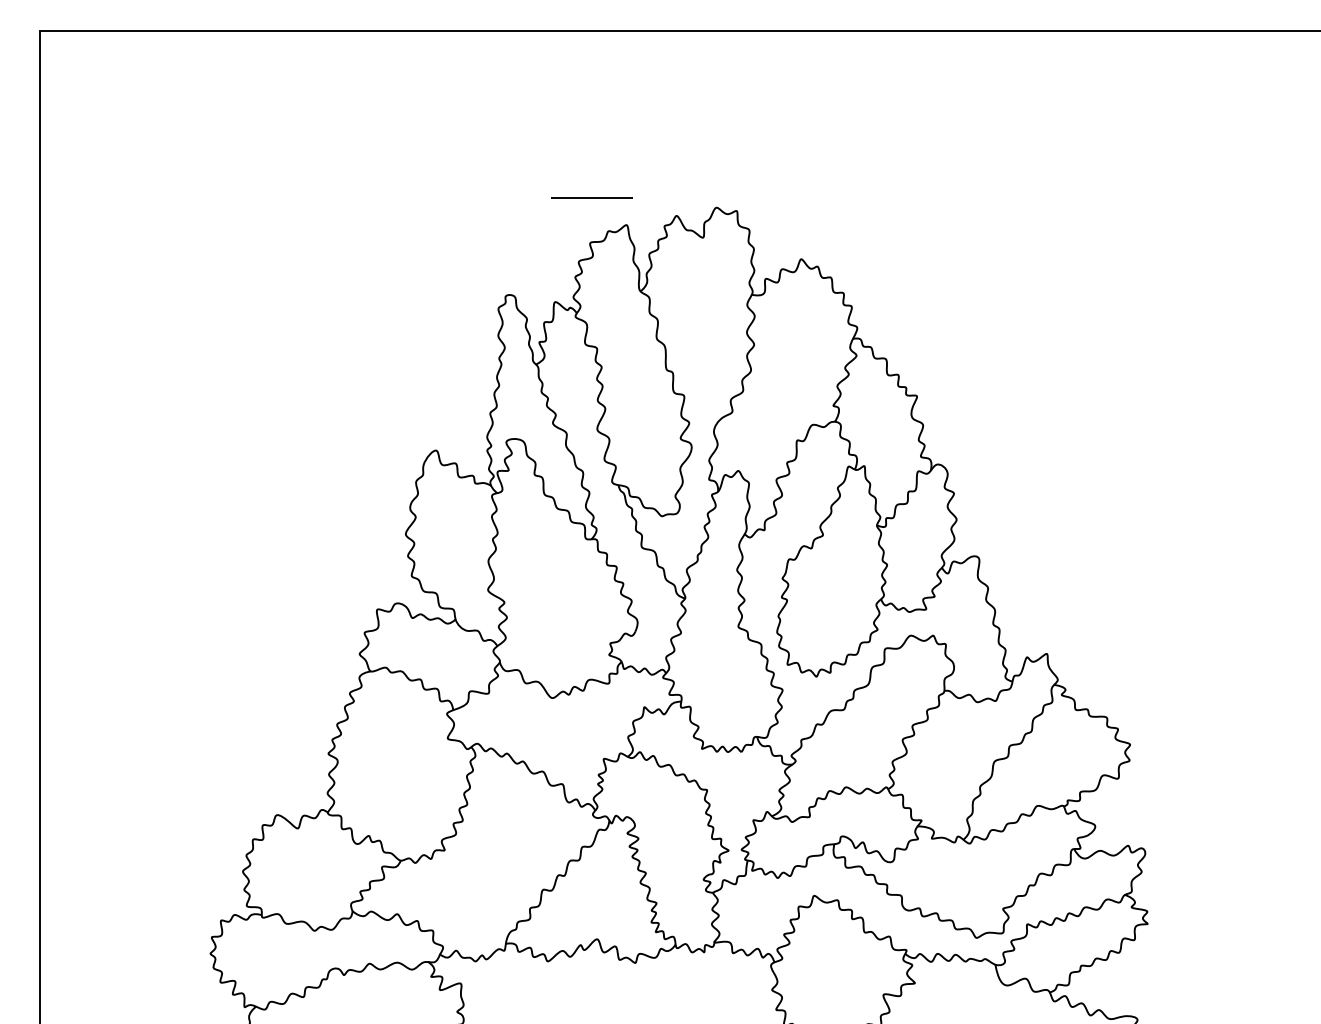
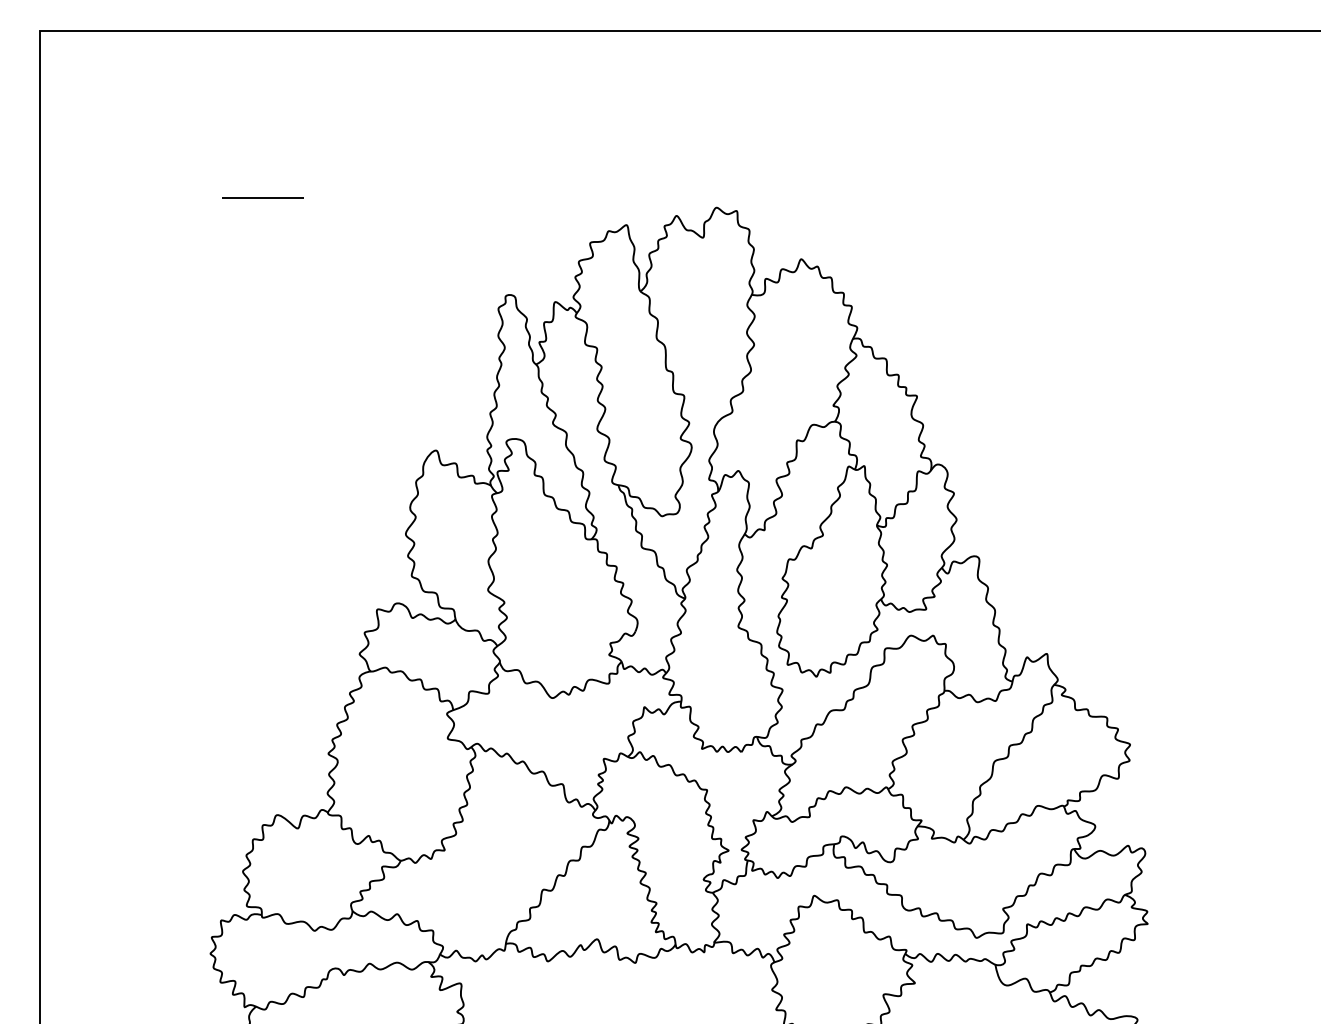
line at (591, 197) position: (591, 197) -> (262, 197)
